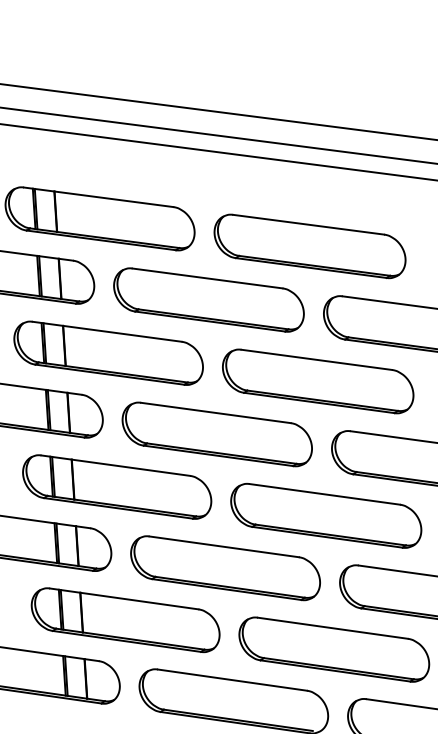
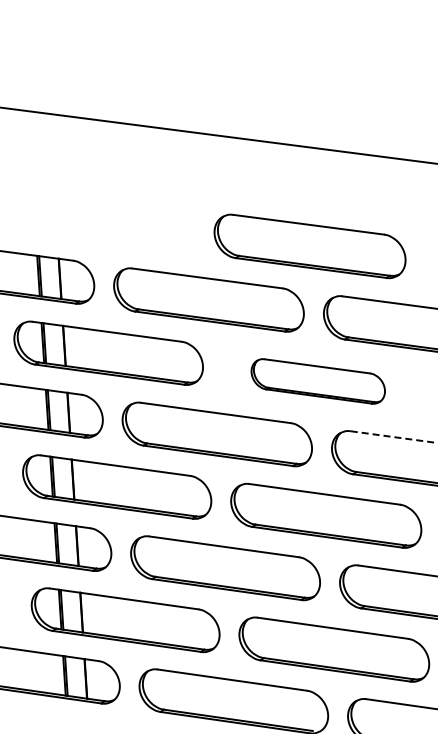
line at (218, 111): present -> none
line at (218, 152): present -> none
part at (99, 218): present -> none
part at (318, 381) size: 193x67 px -> 136x47 px
line at (394, 437): solid -> dashed
